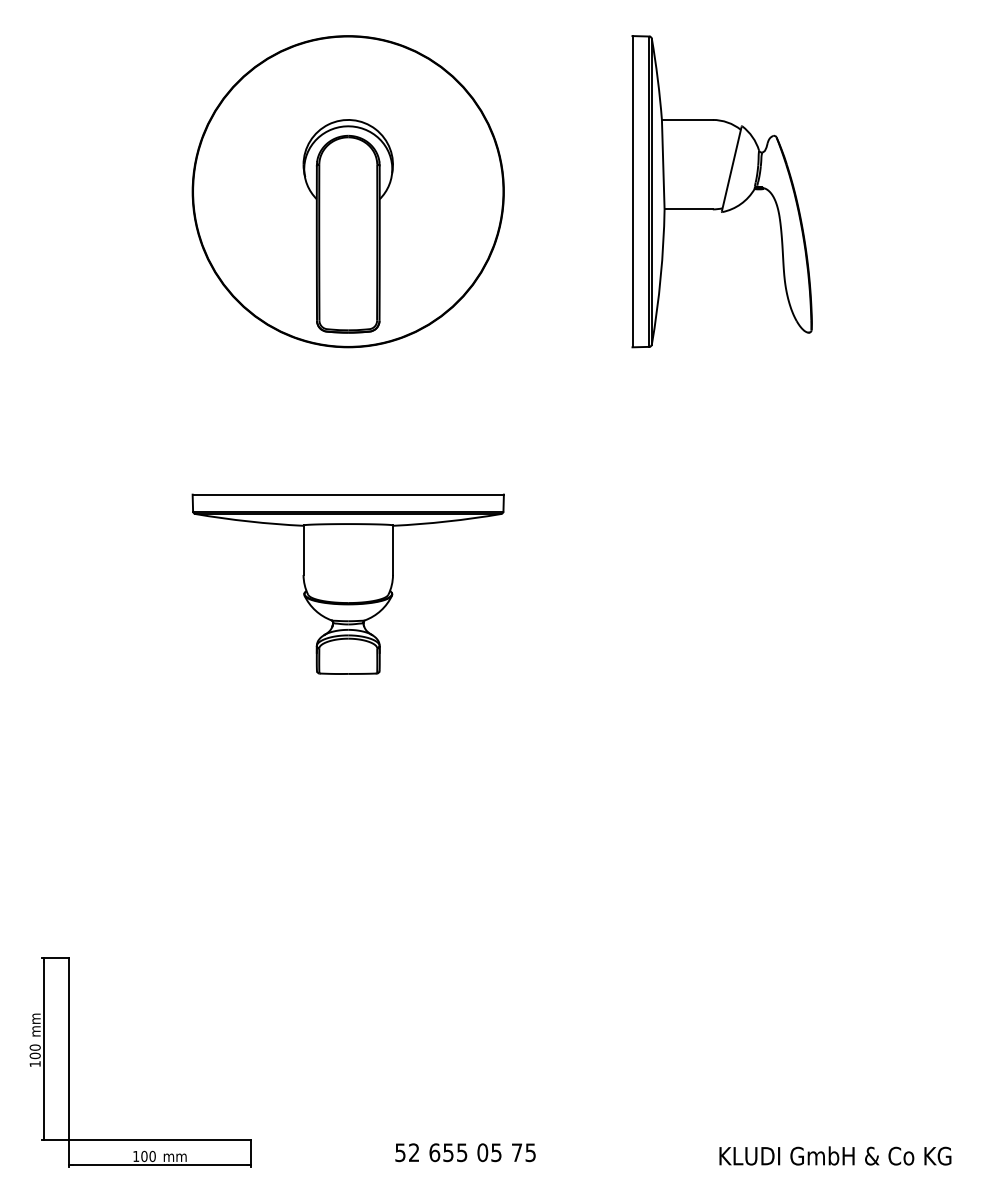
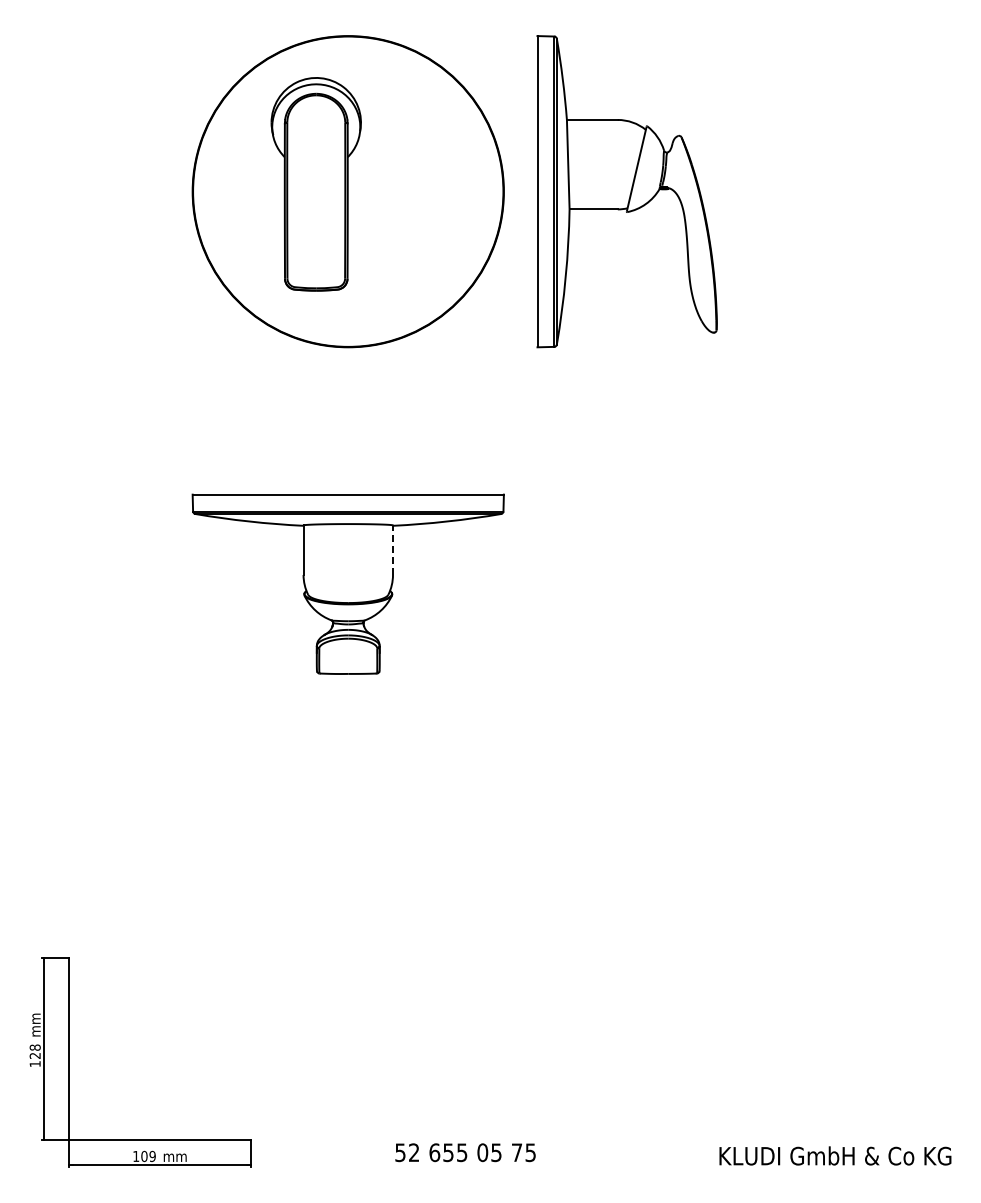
part at (721, 191) position: (721, 191) -> (626, 191)
part at (347, 226) position: (347, 226) -> (315, 184)
line at (393, 550): solid -> dashed
text at (34, 1051): 100 -> 128
text at (152, 1156): 100 -> 109
